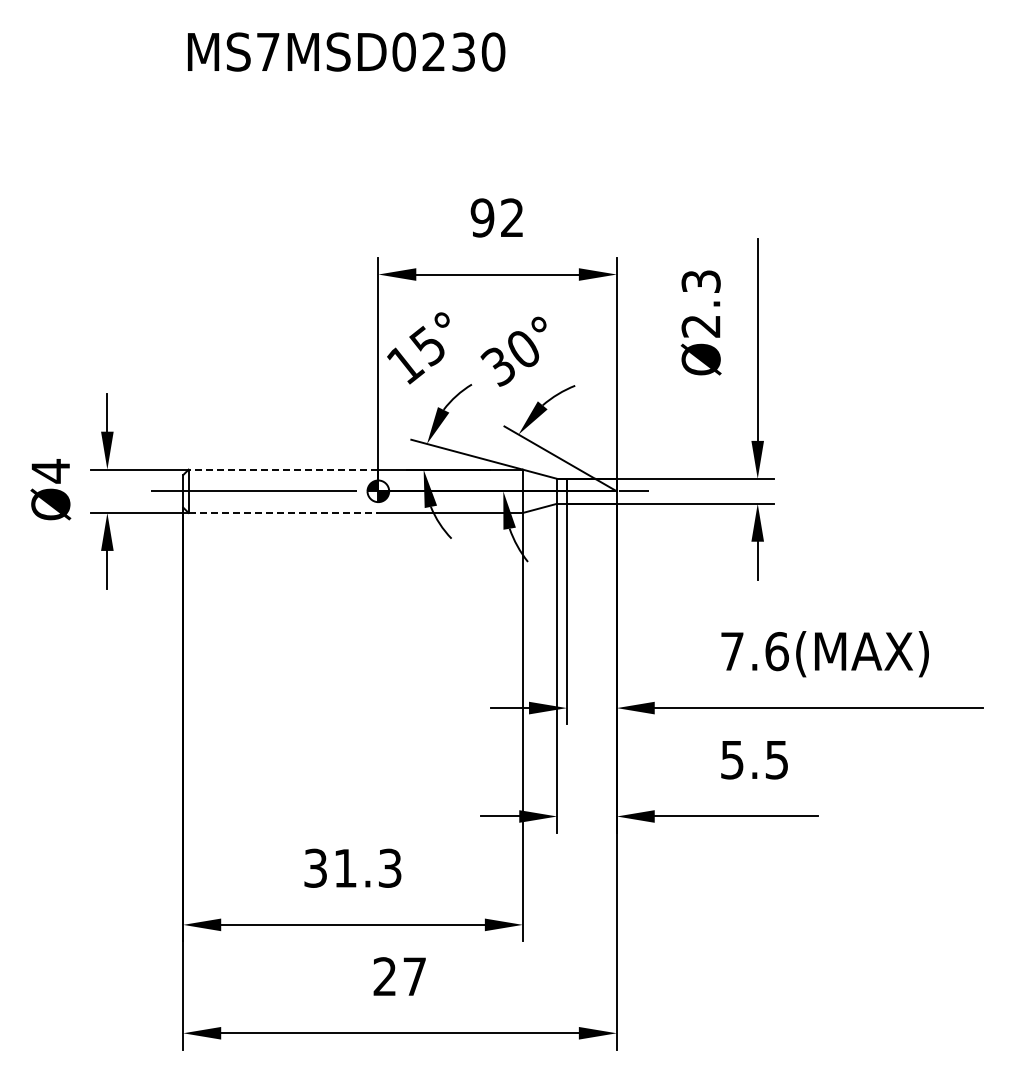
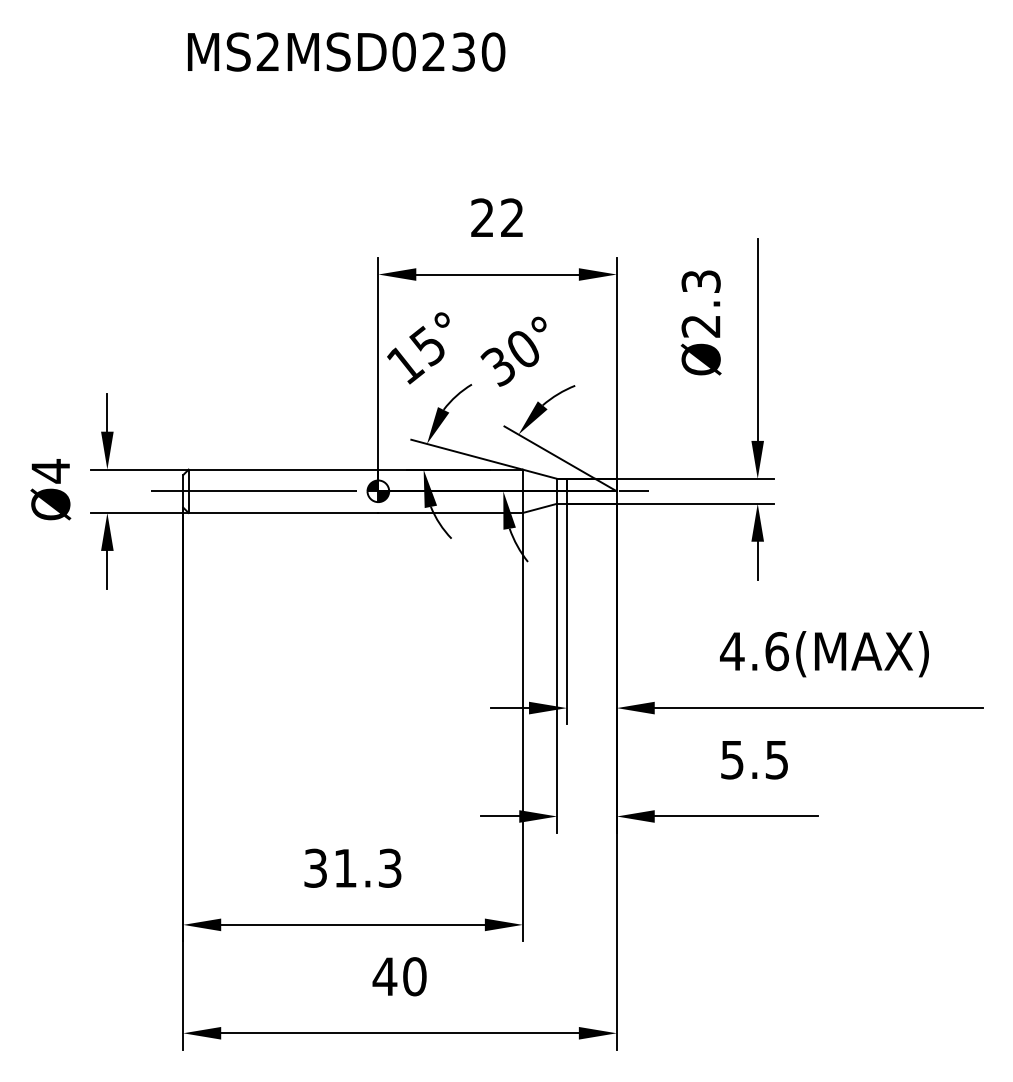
text at (267, 51): MS7MSD0230 -> MS2MSD0230
text at (482, 217): 92 -> 22
line at (283, 469): dashed -> solid
line at (283, 513): dashed -> solid
text at (732, 651): 7.6(MAX) -> 4.6(MAX)
text at (399, 976): 27 -> 40
